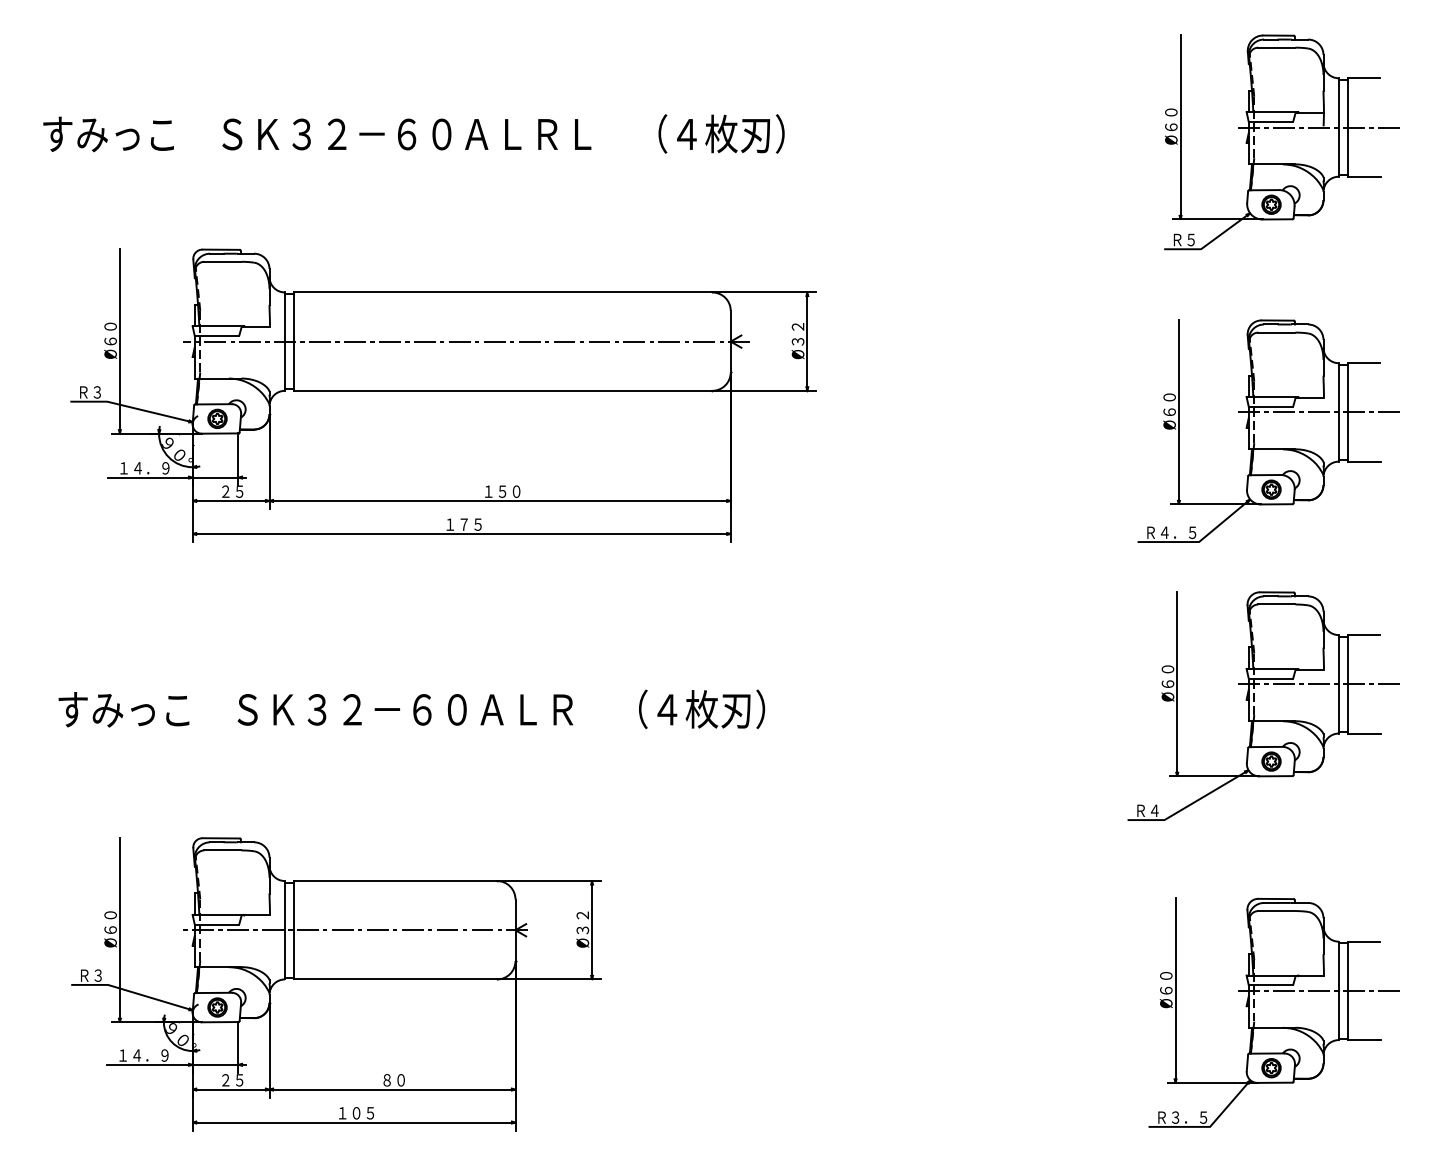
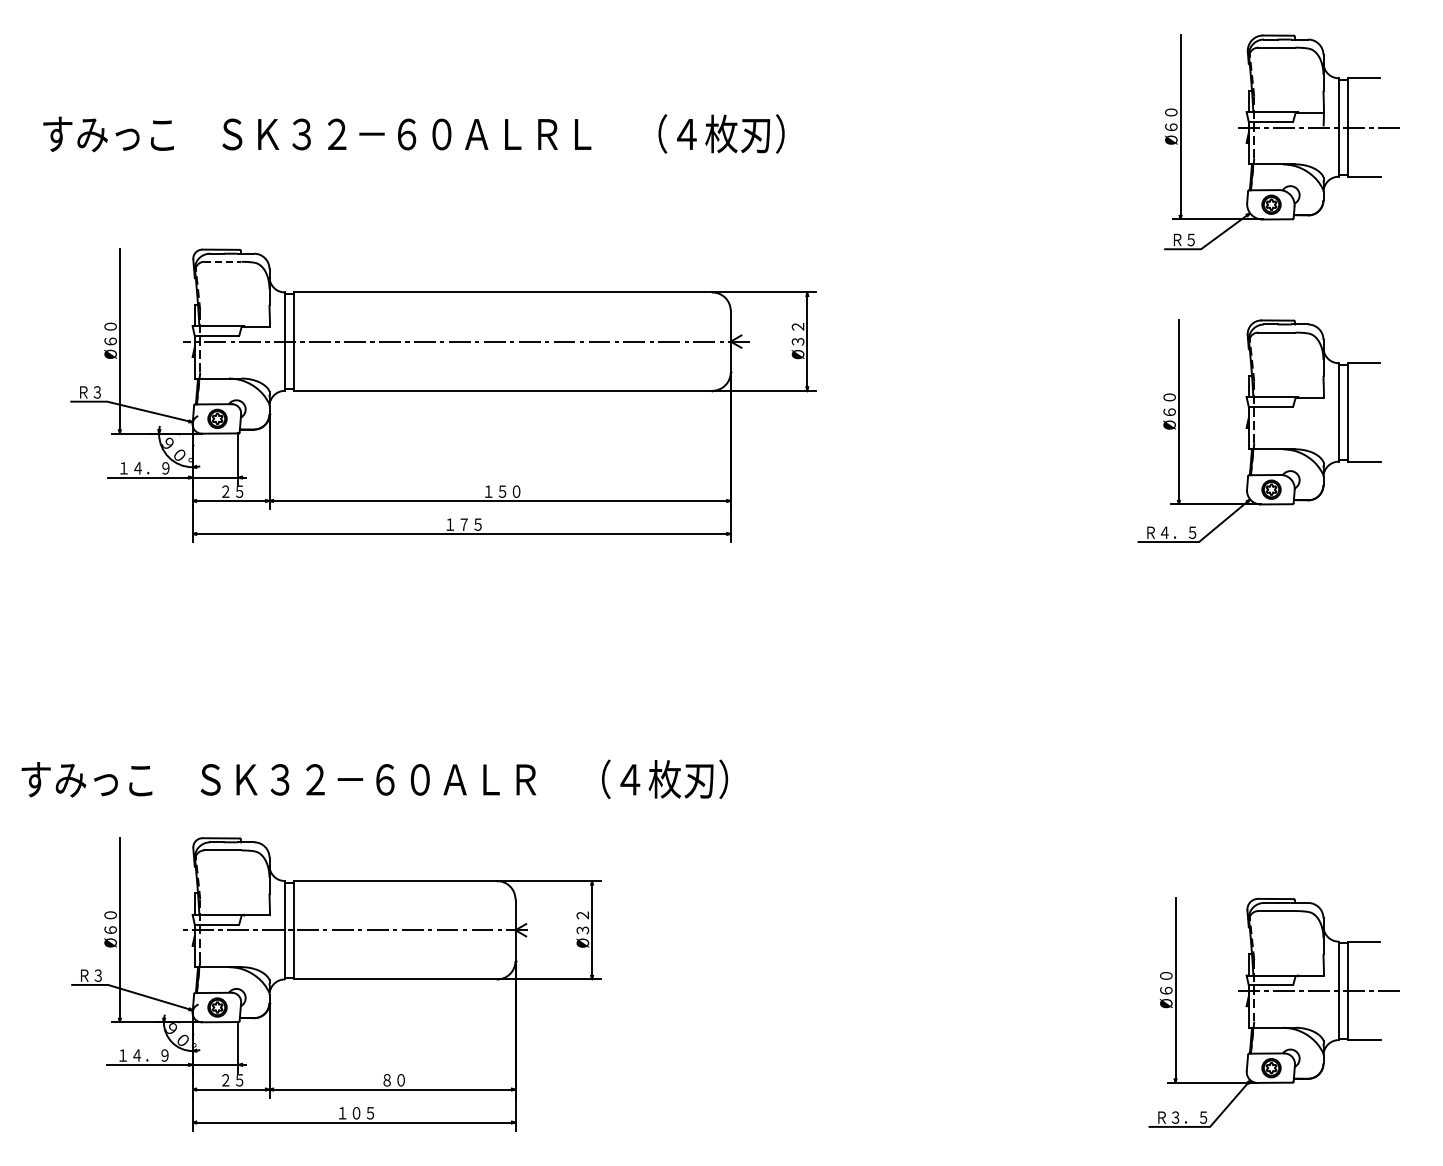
line at (222, 261): solid -> dashed
line at (1318, 412): present -> none
part at (1263, 705): present -> none
text at (411, 708) position: (411, 708) -> (374, 778)
